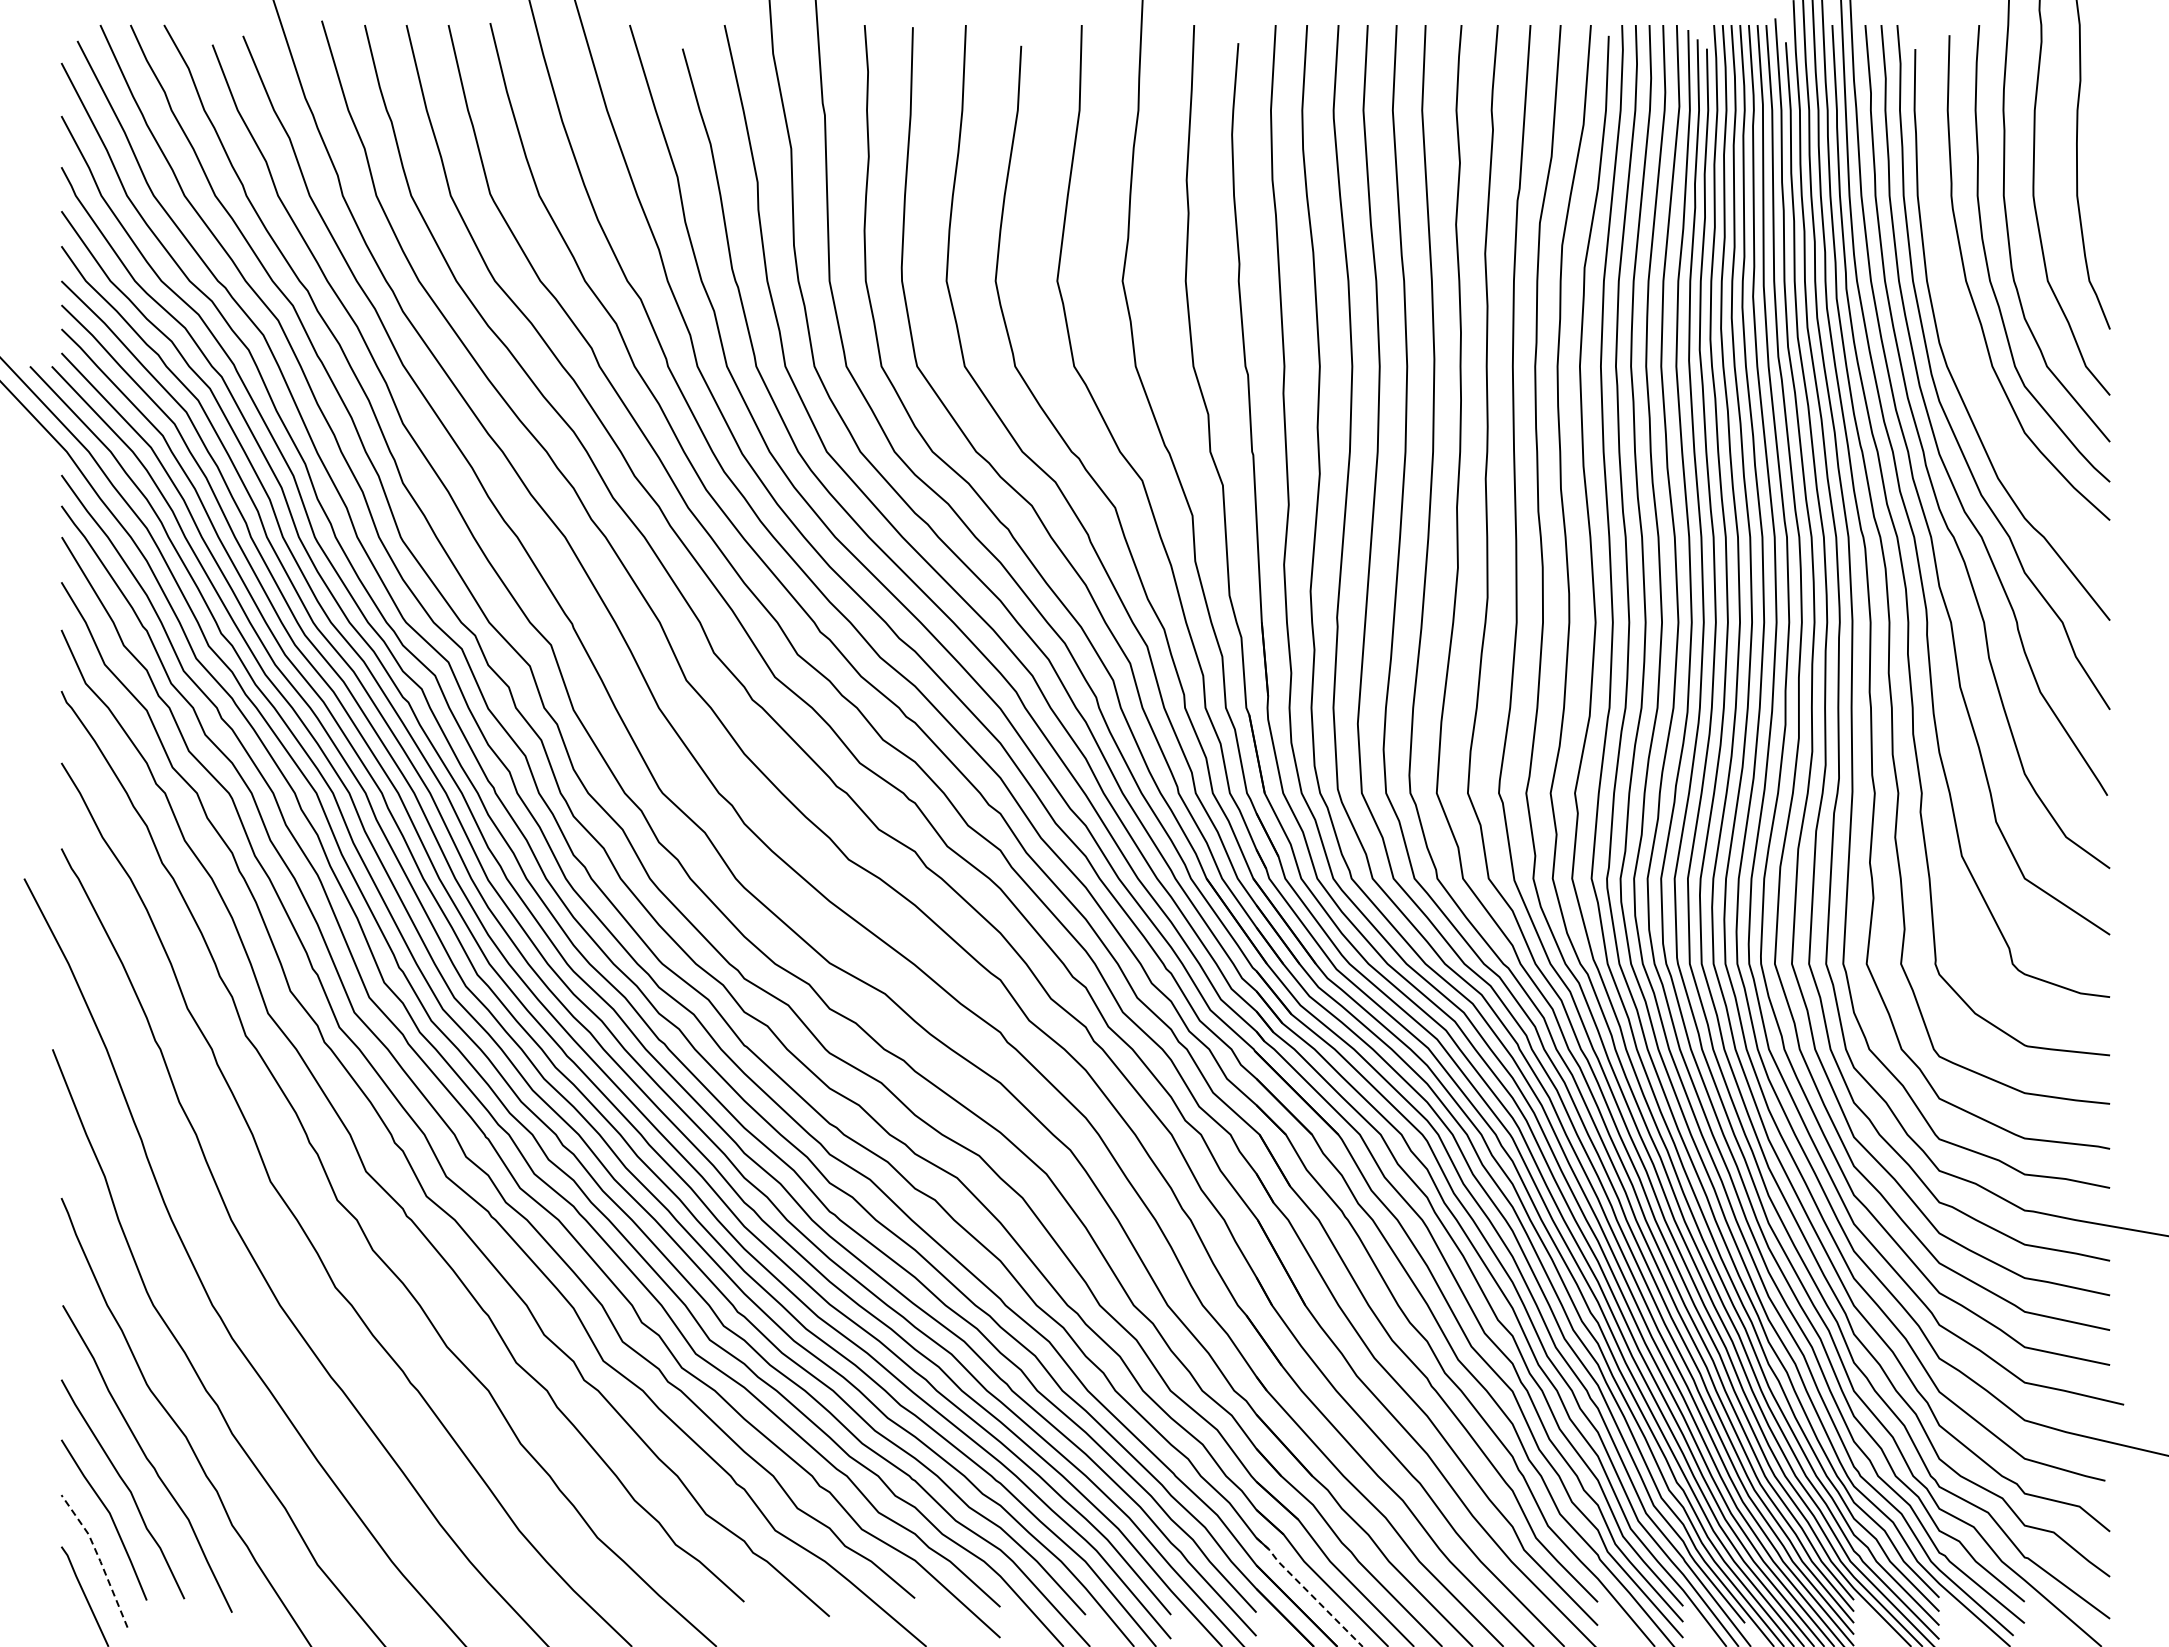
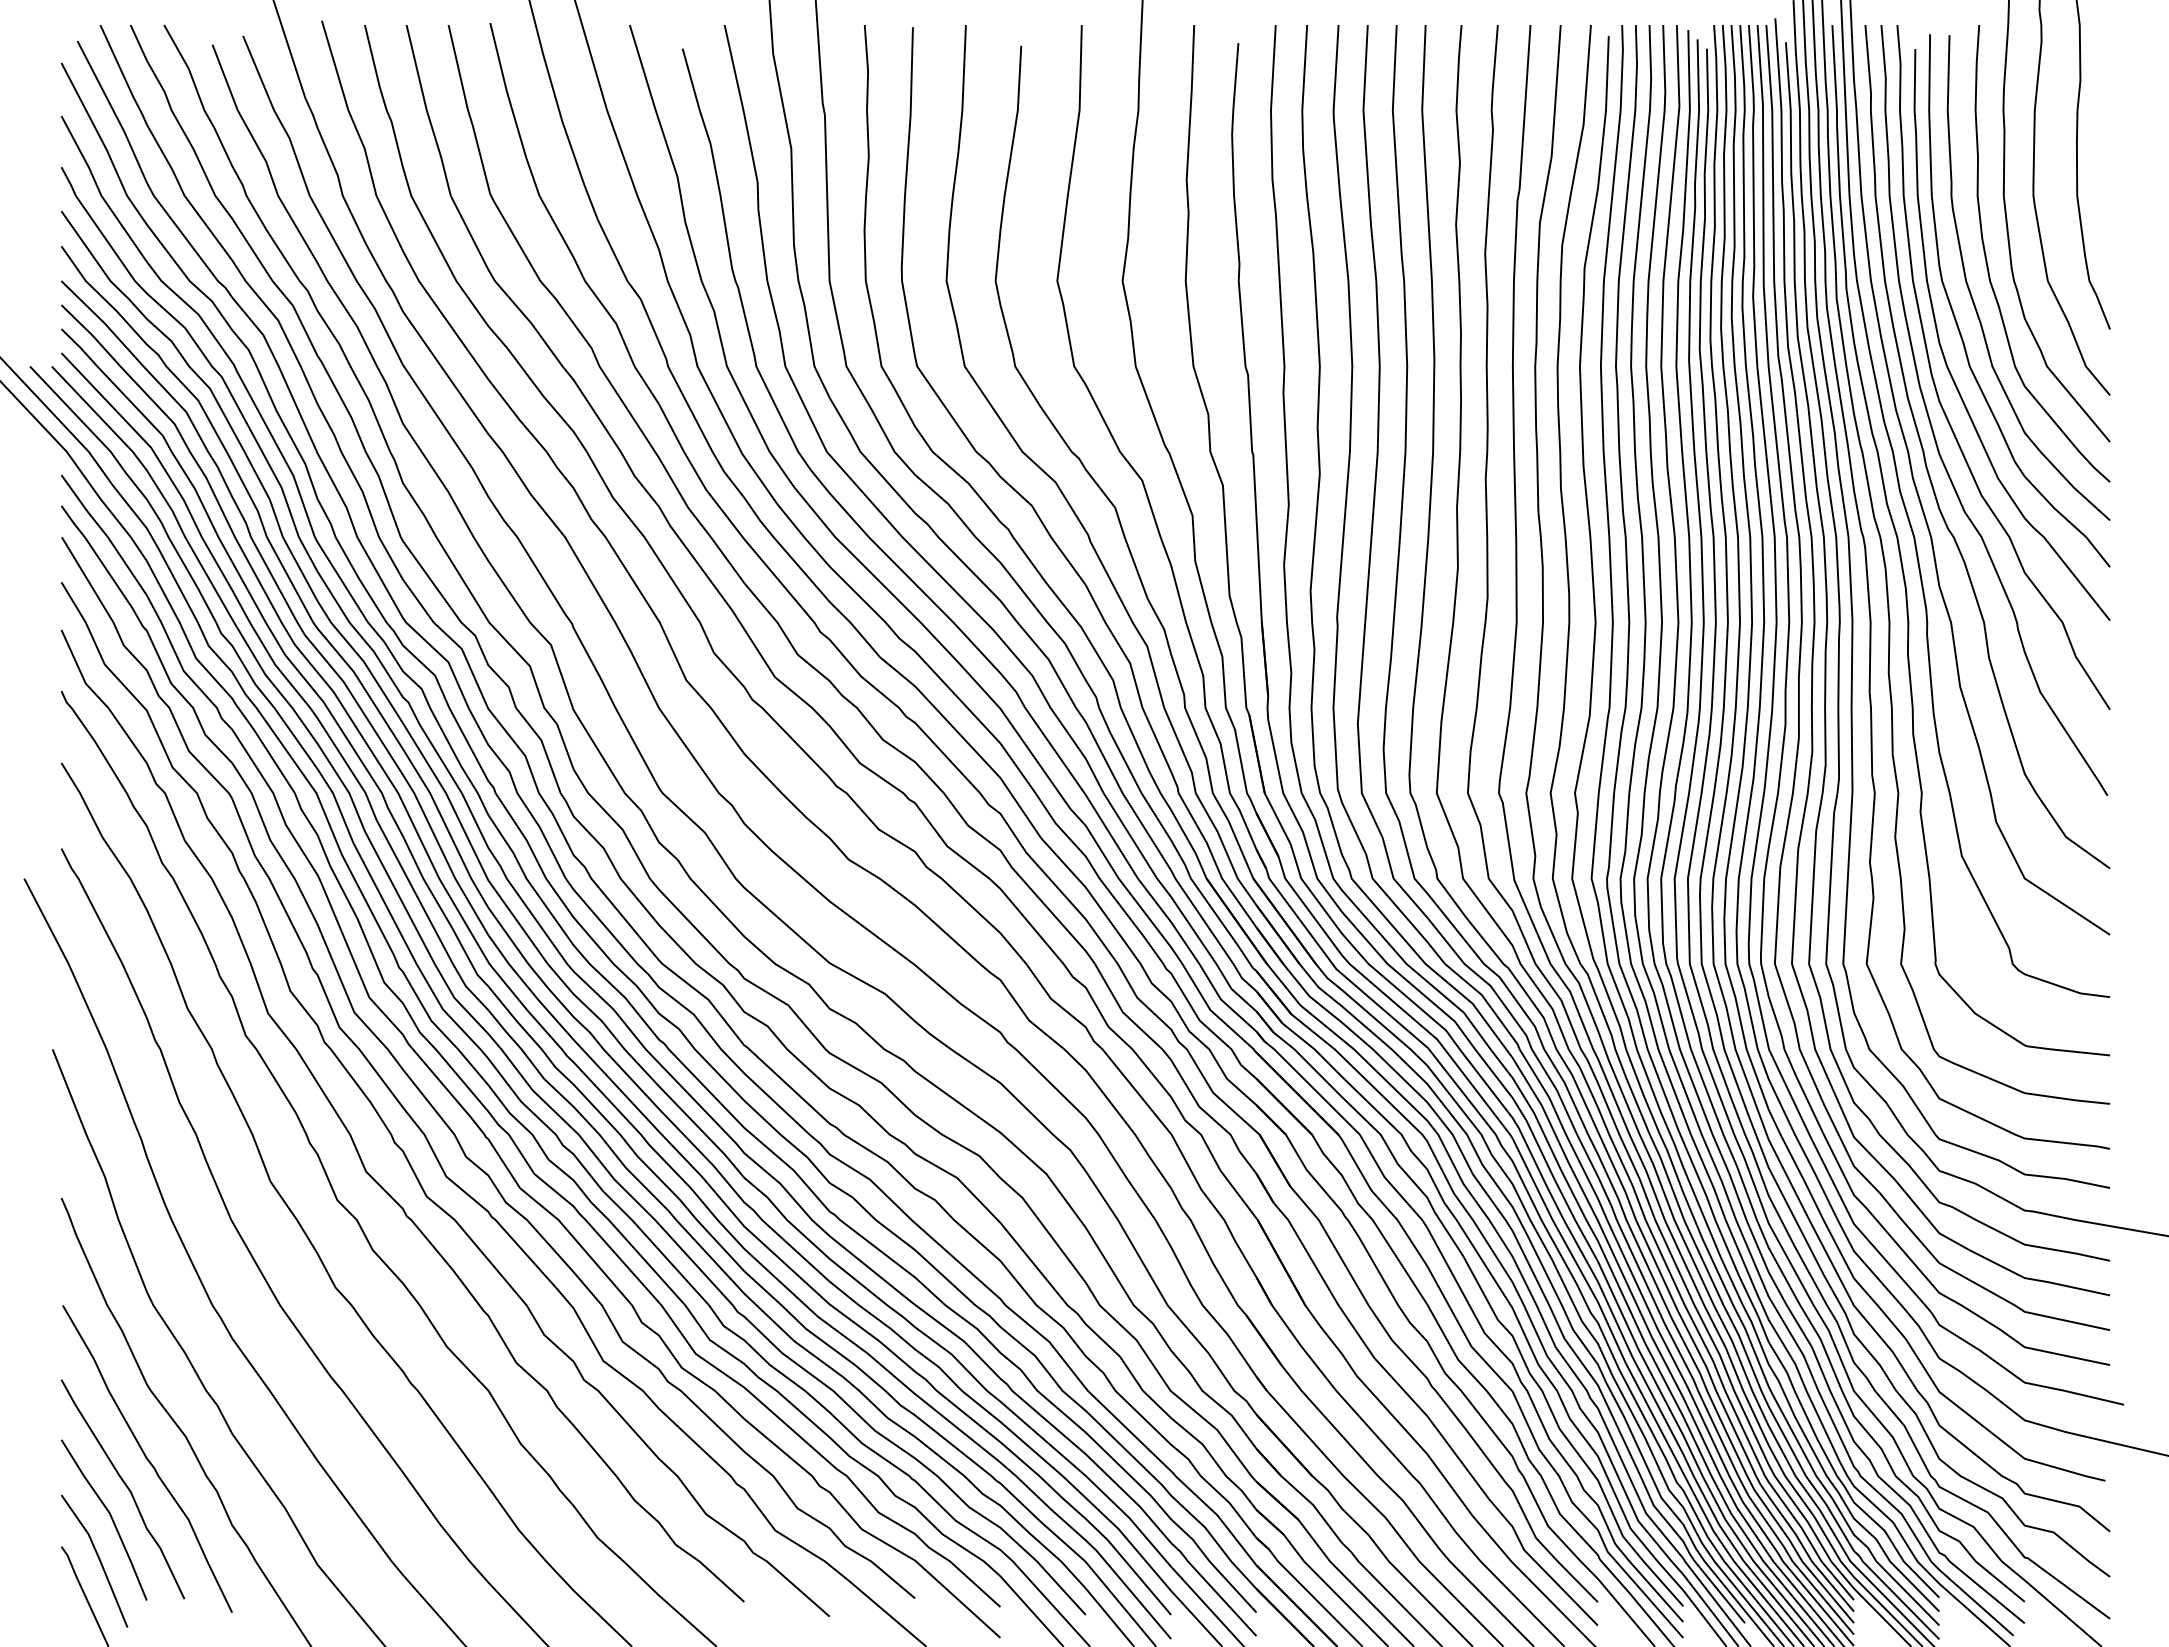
curve at (1957, 322): none -> present
line at (99, 1558): dashed -> solid
line at (1308, 1591): dashed -> solid
